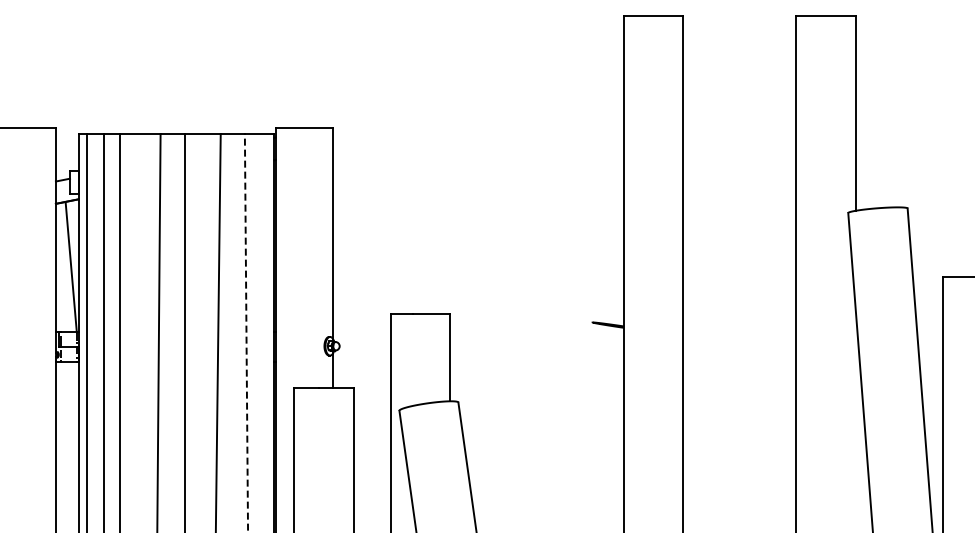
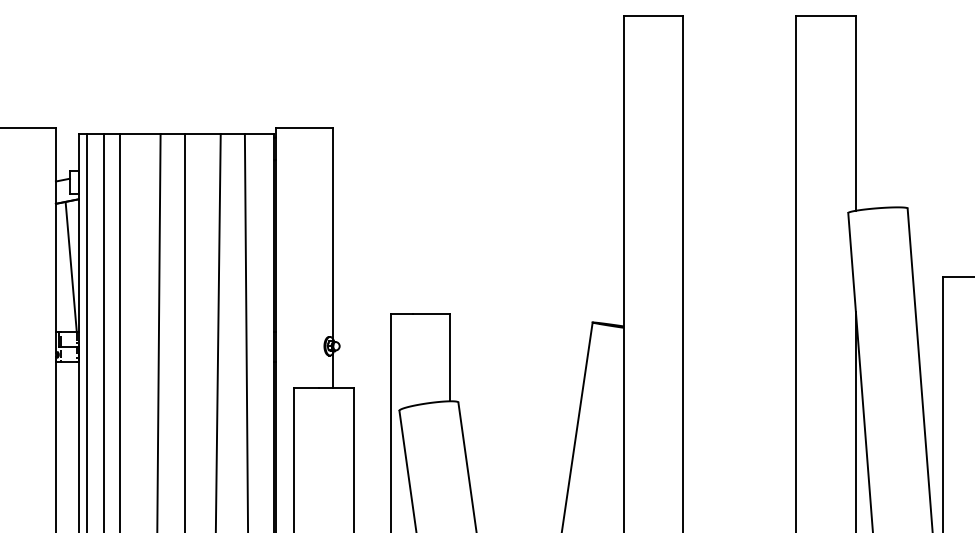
line at (246, 333): dashed -> solid
line at (855, 420): none -> present
line at (577, 425): none -> present
